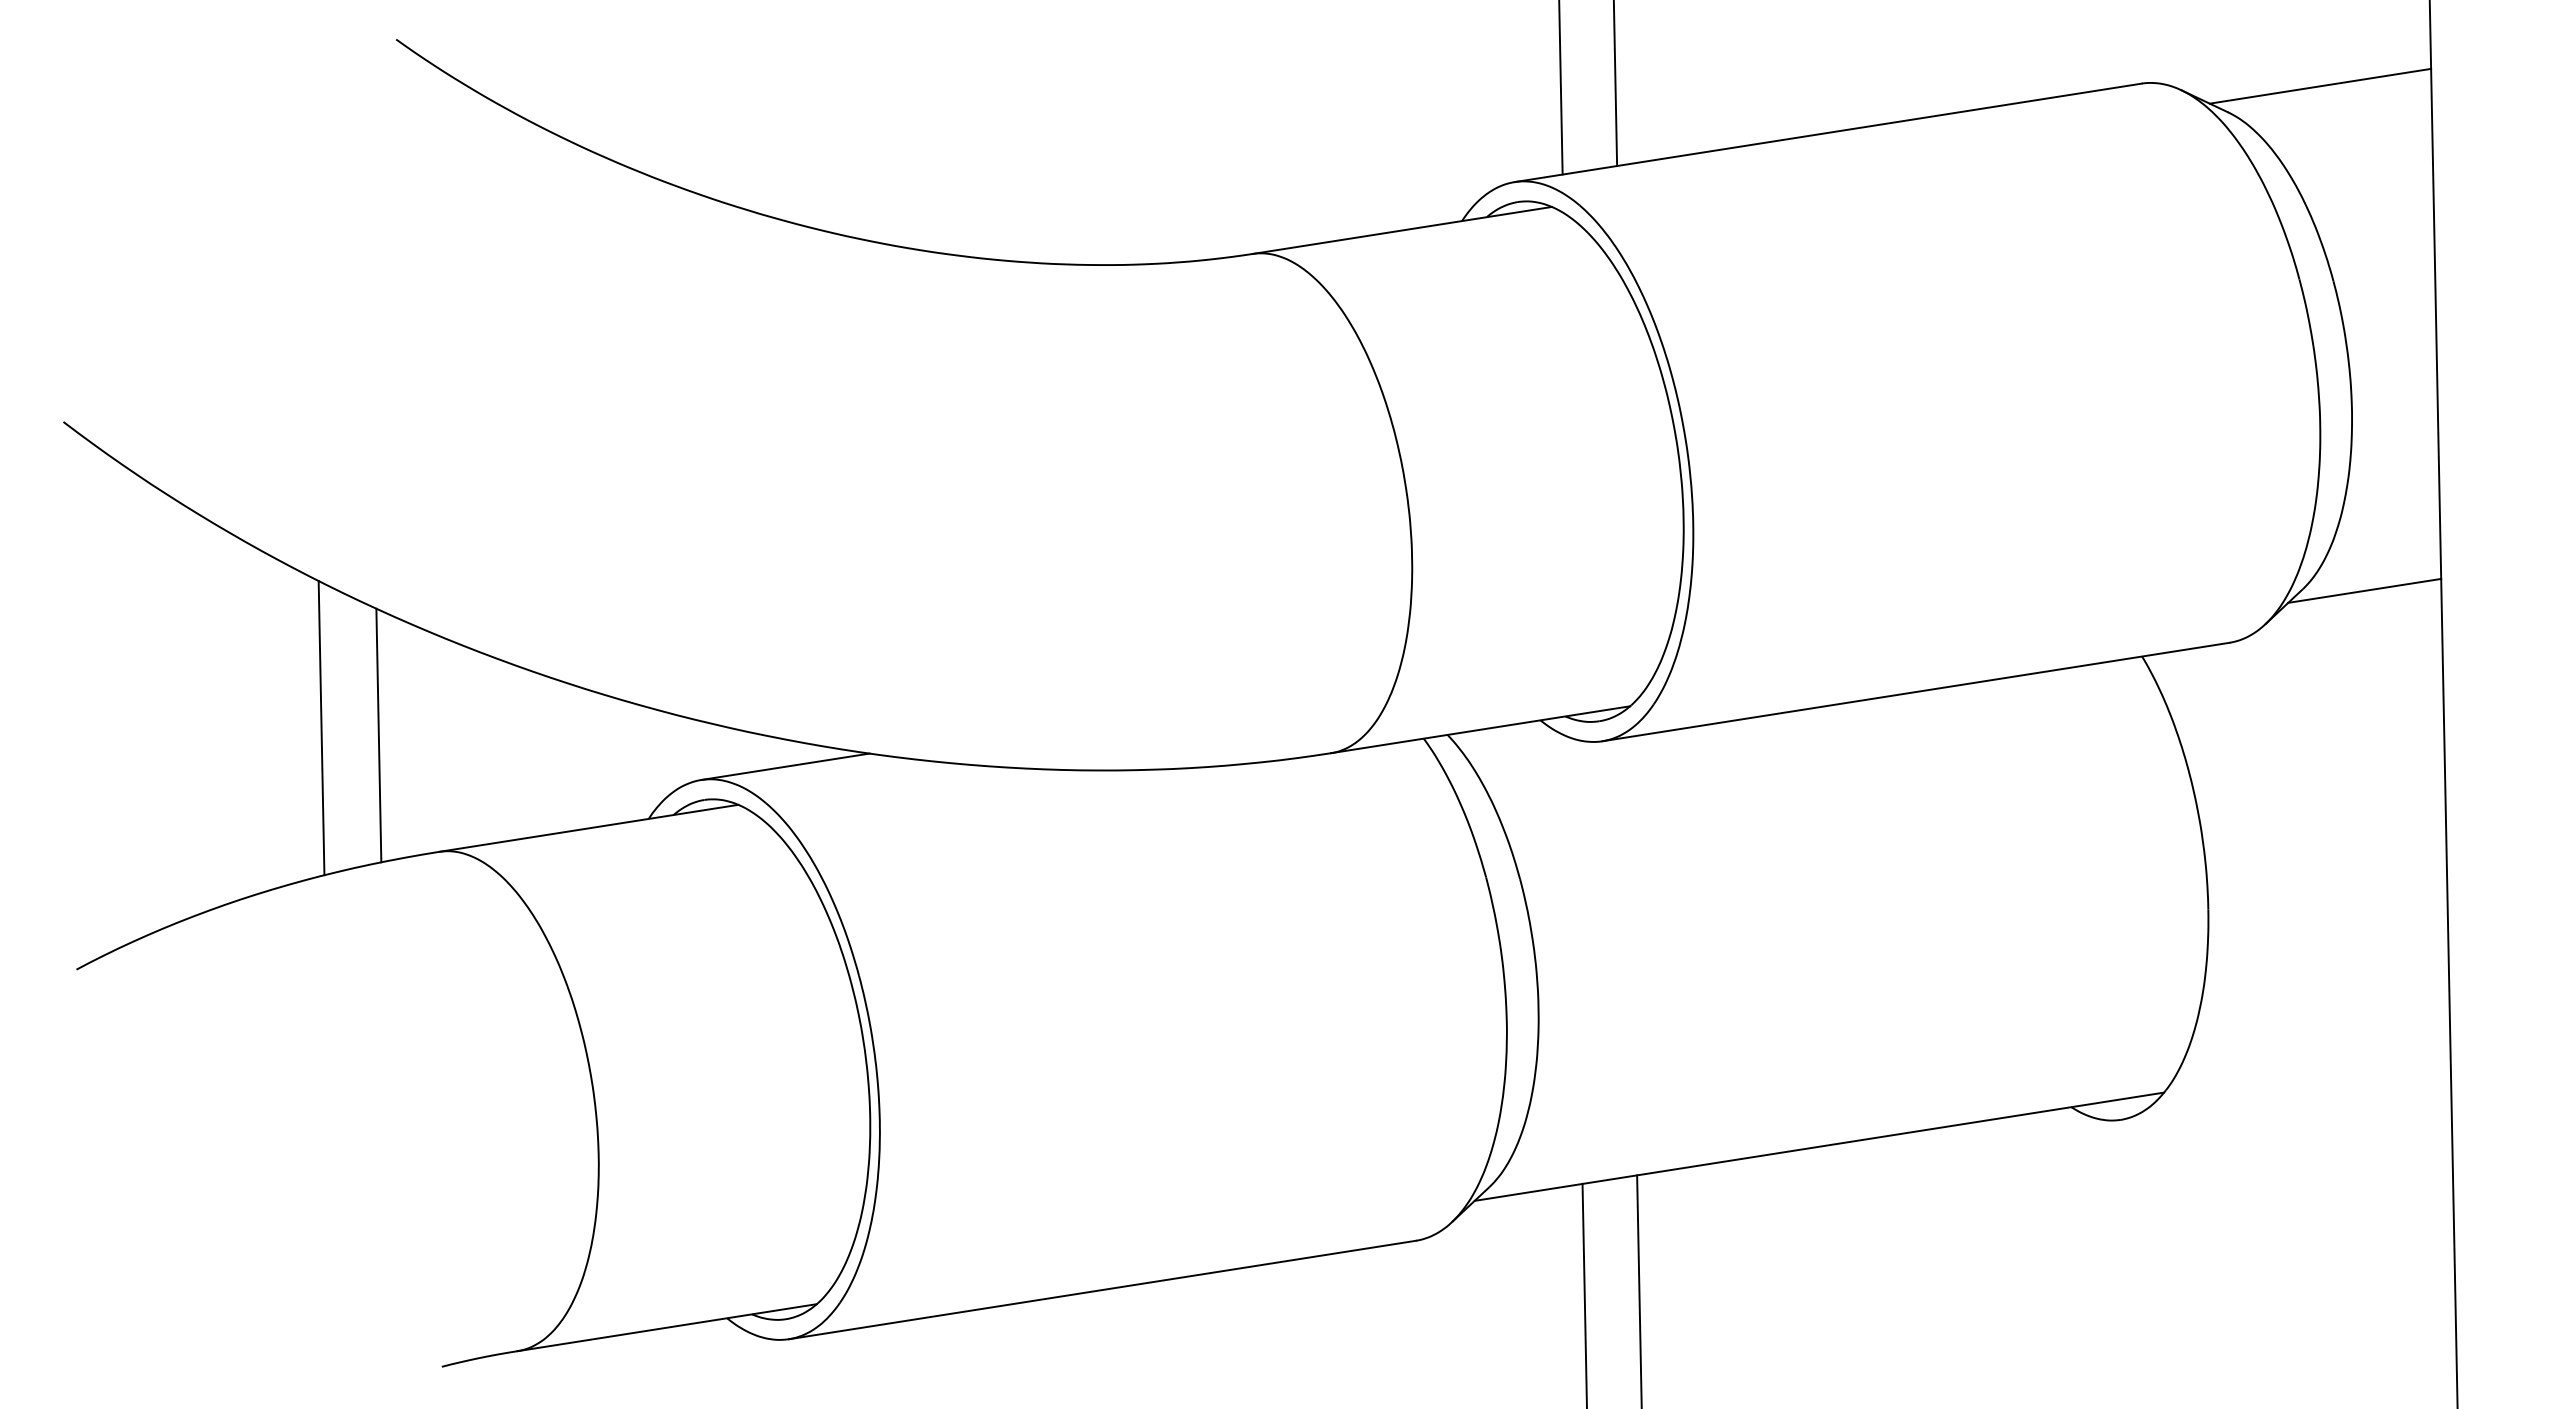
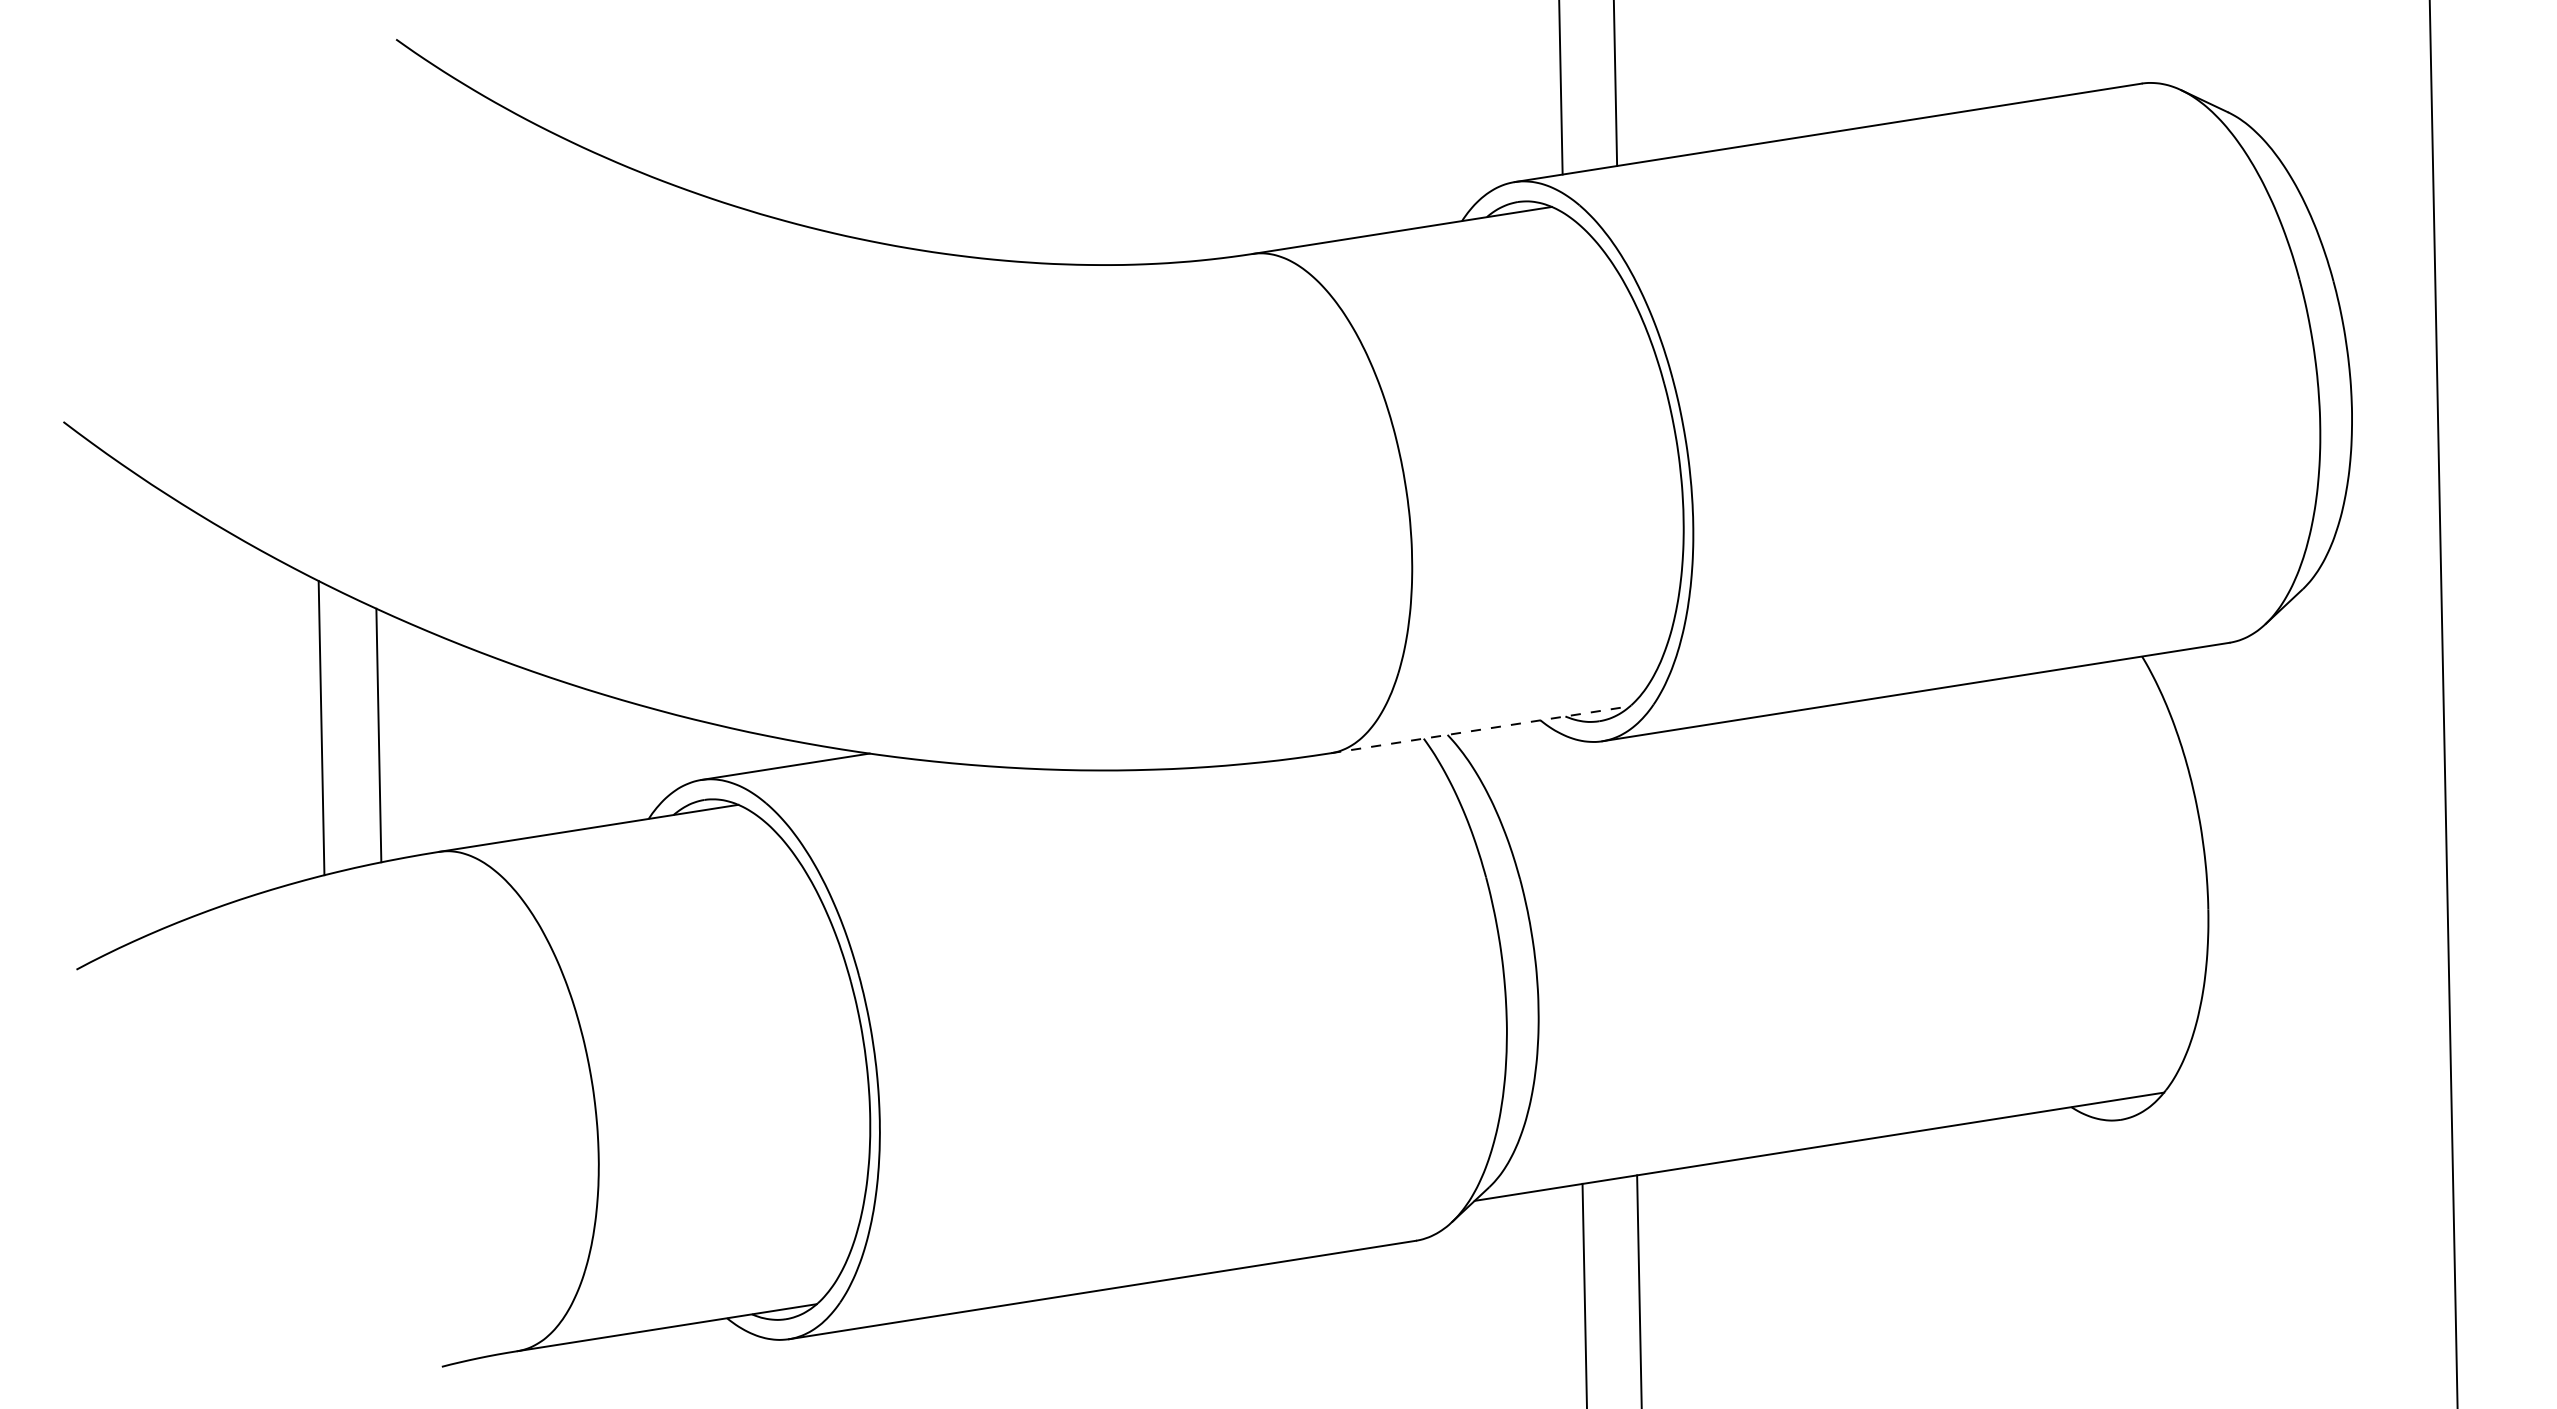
line at (2320, 85): present -> none
line at (2364, 590): present -> none
line at (1481, 729): solid -> dashed
